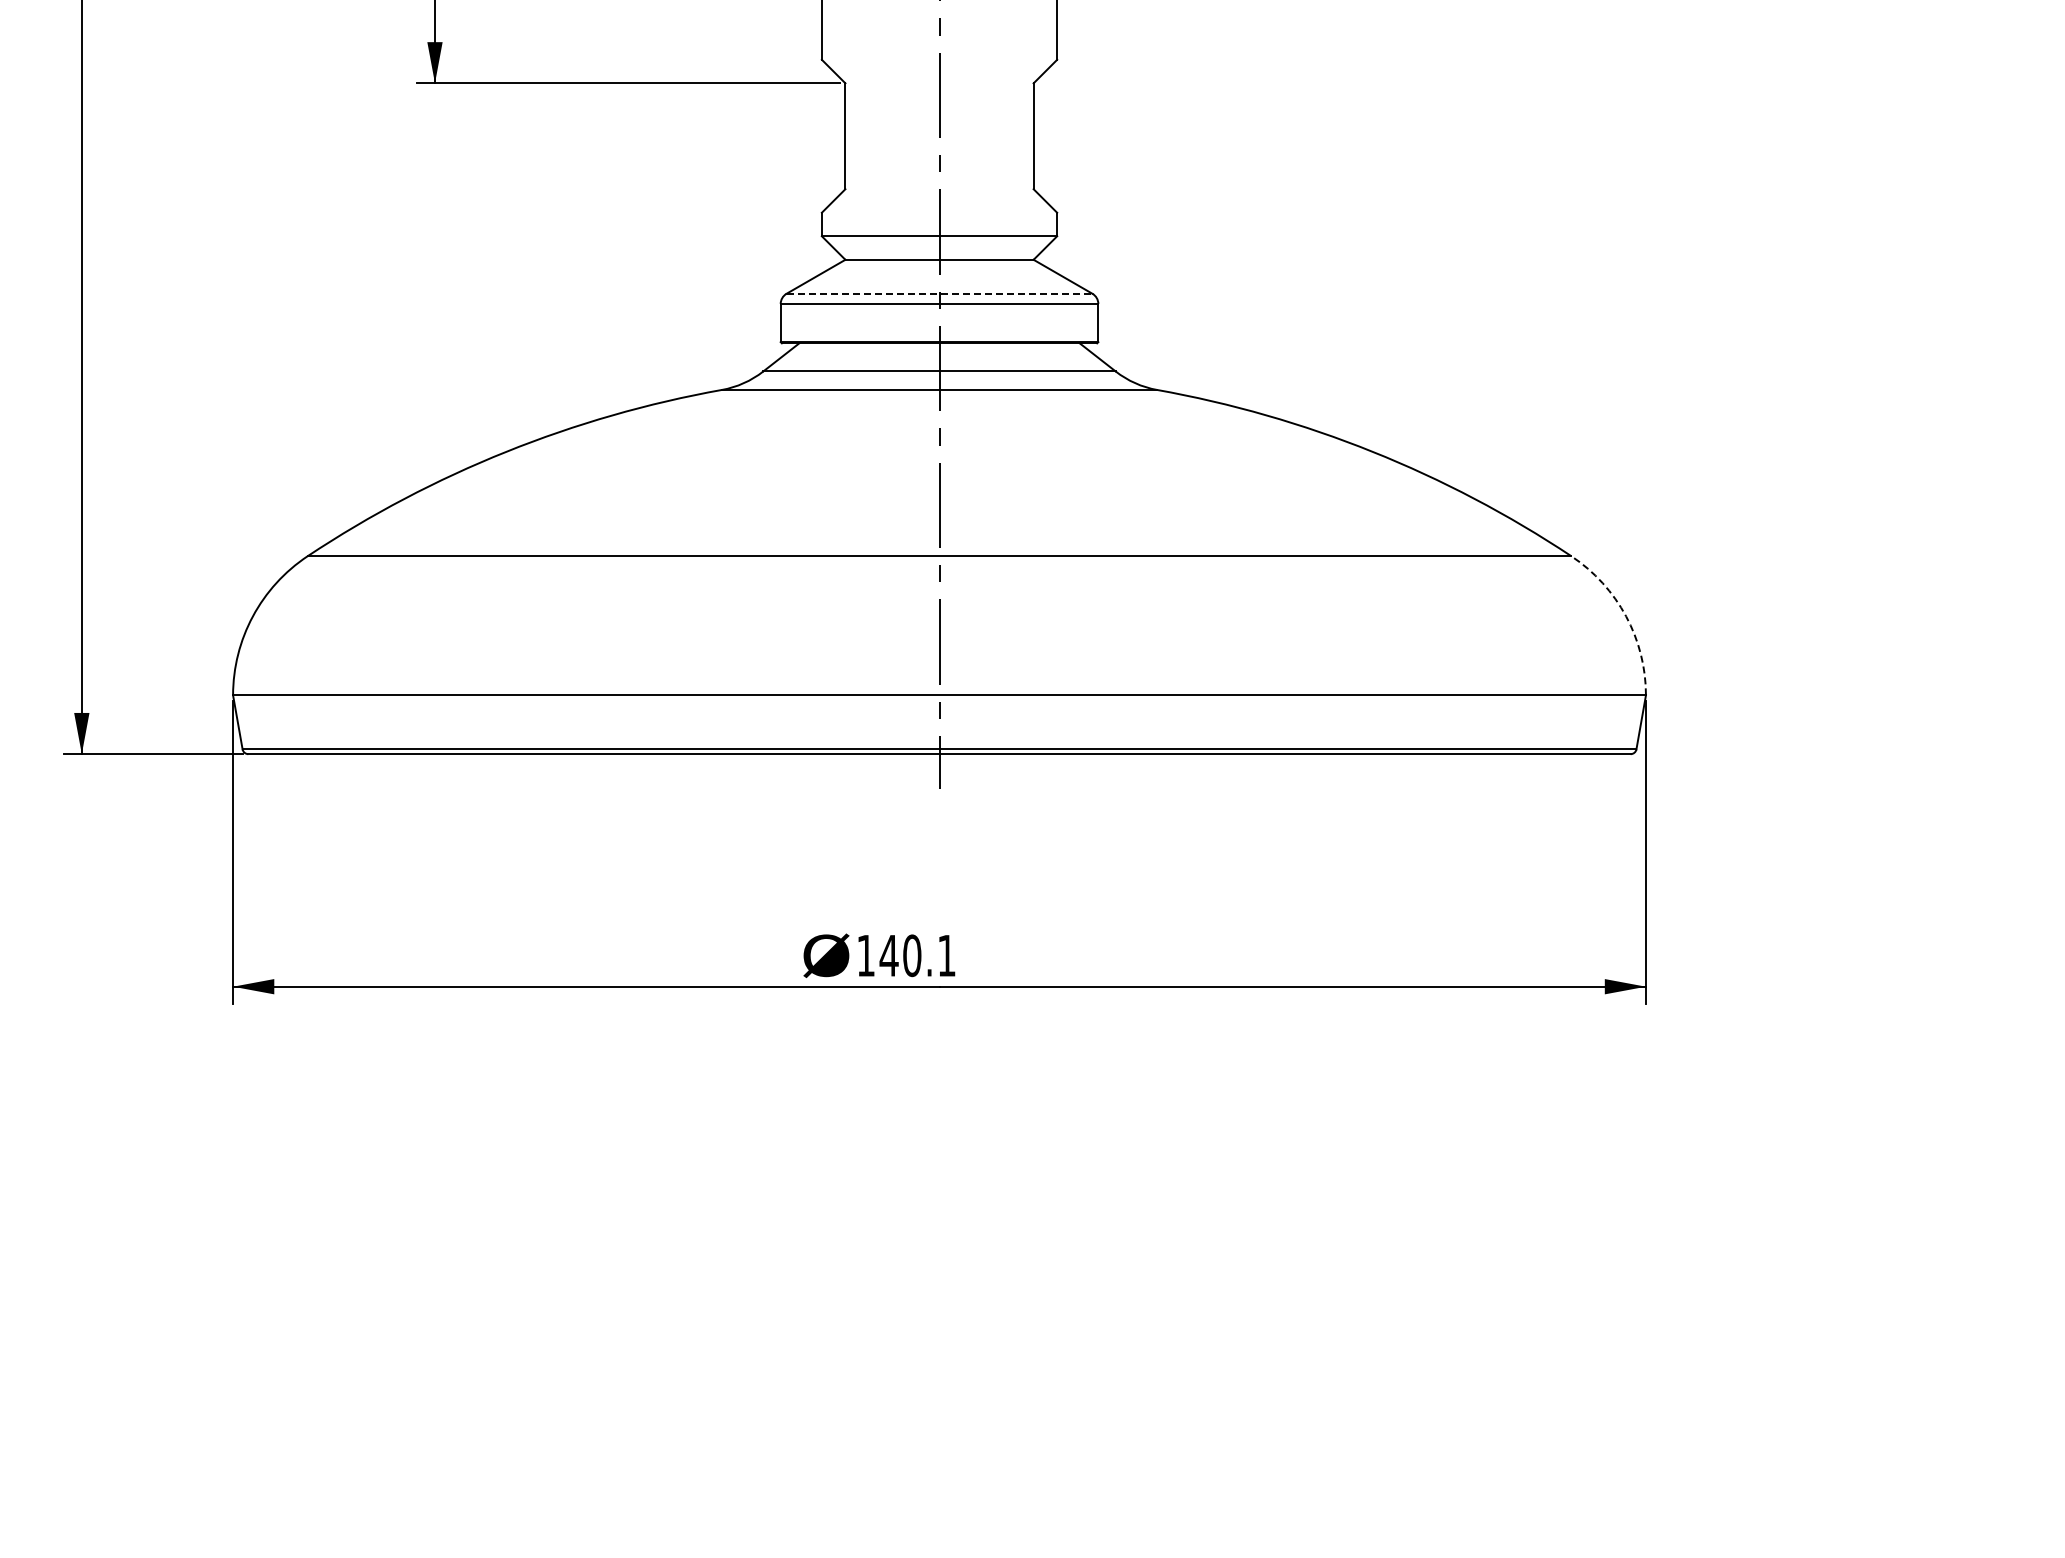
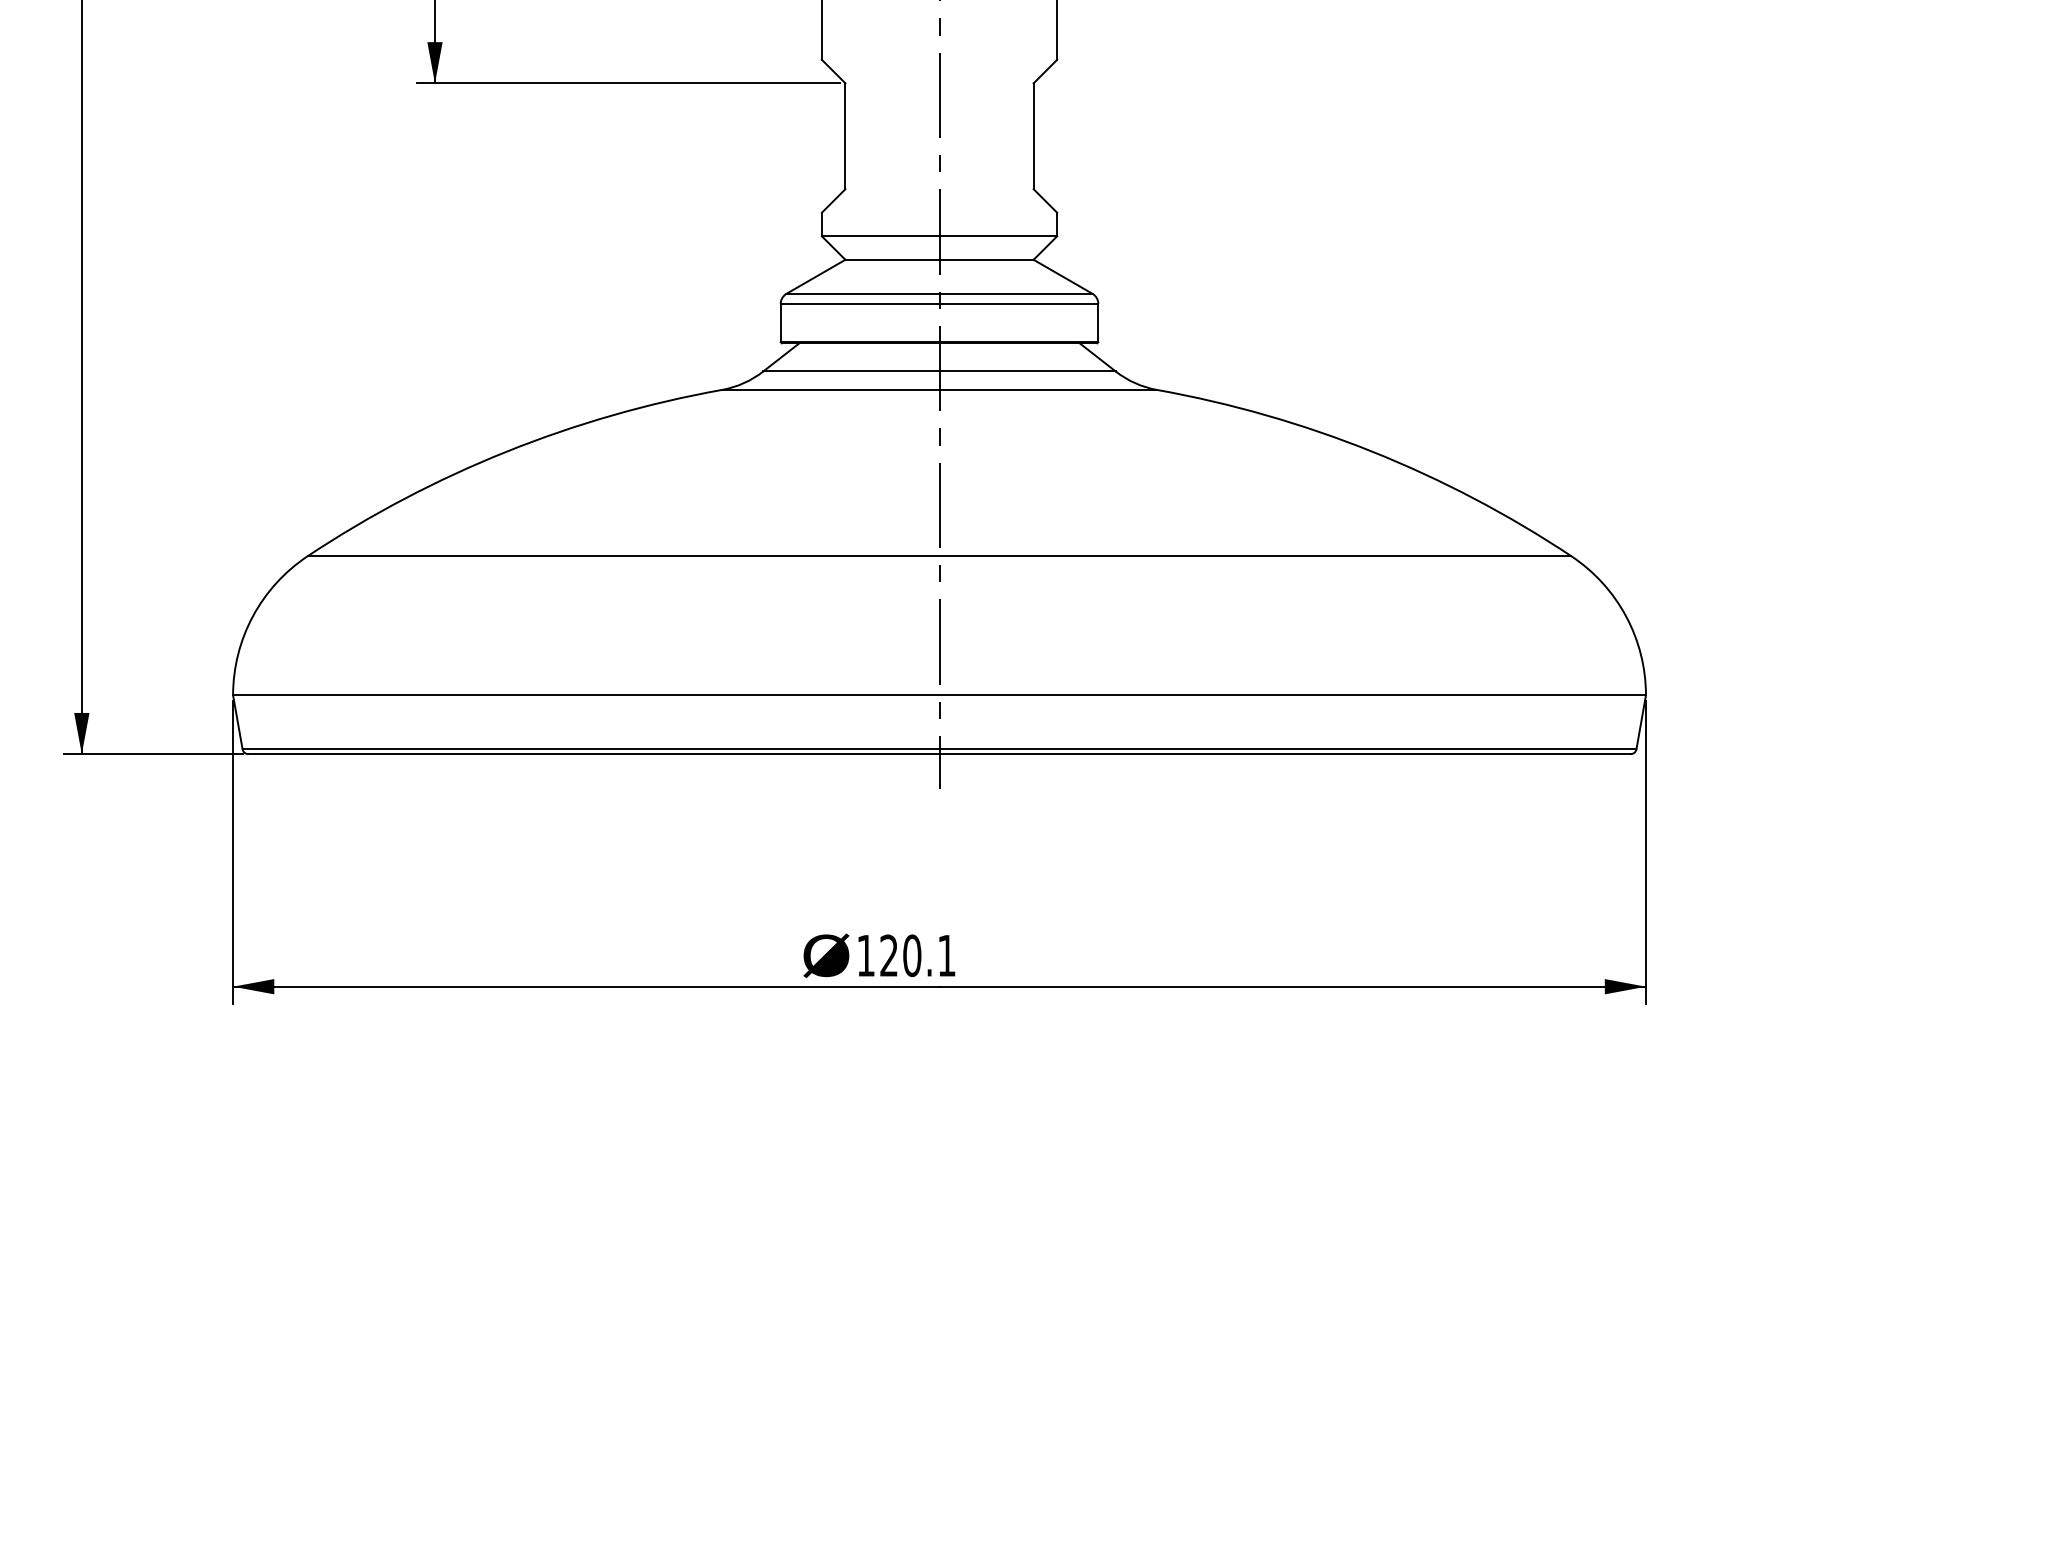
line at (939, 293): dashed -> solid
arc at (1626, 616): dashed -> solid
text at (888, 955): 140.1 -> 120.1
